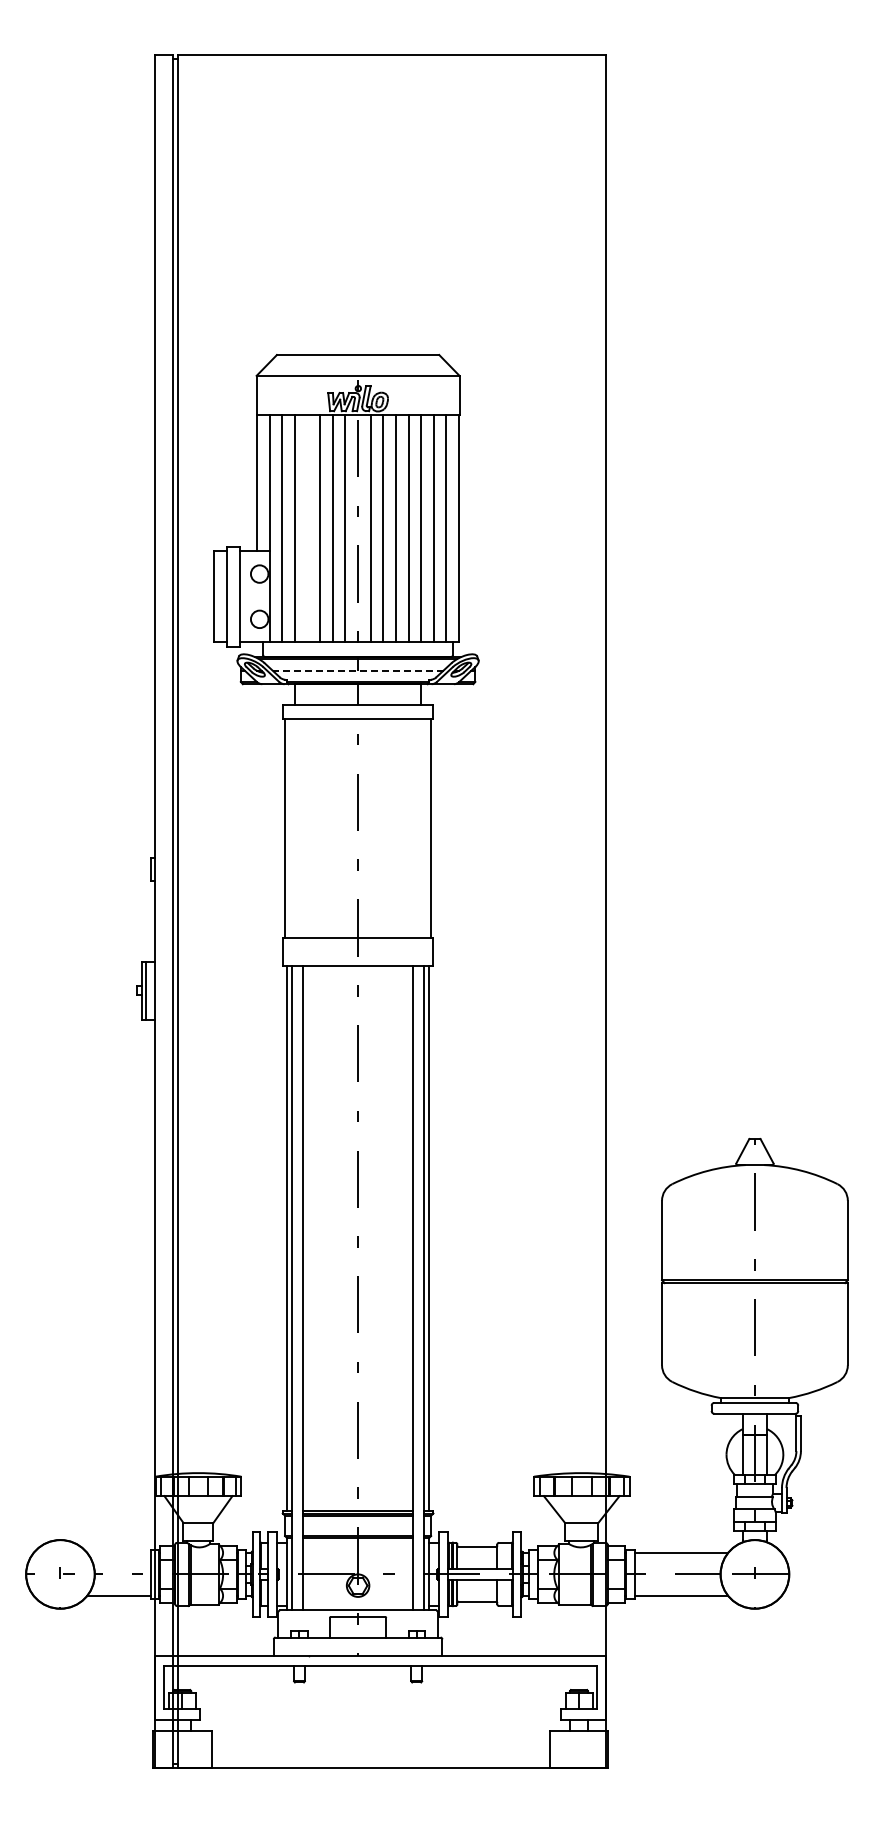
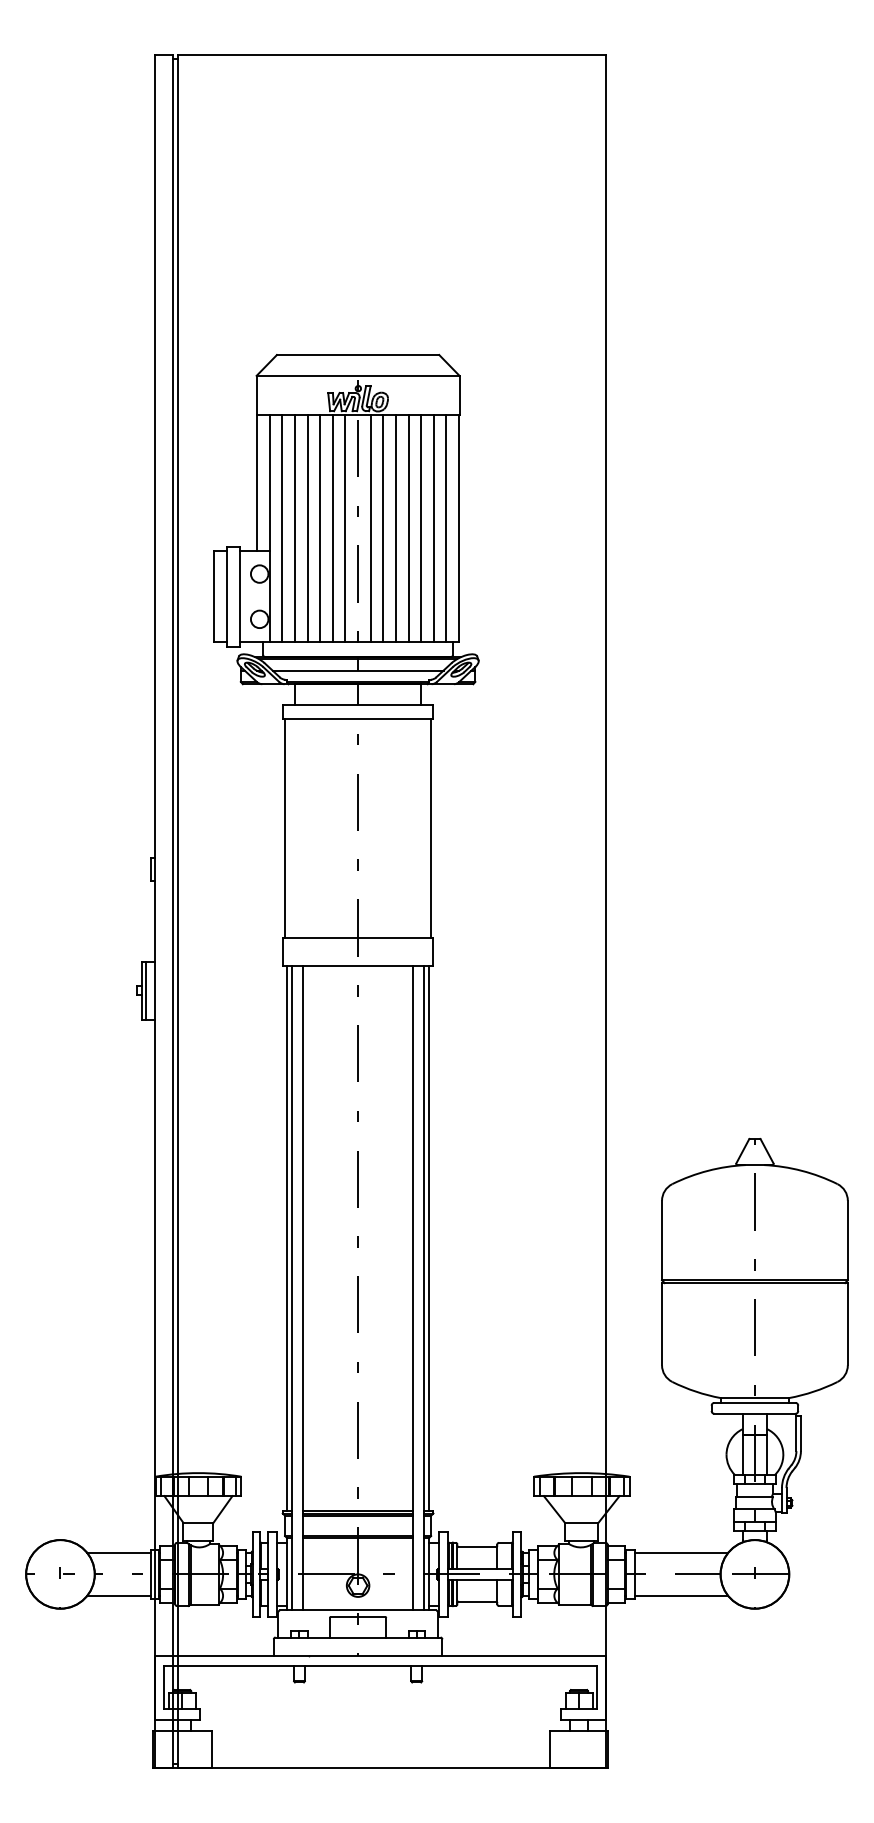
line at (307, 528): none -> present
line at (357, 670): dashed -> solid
line at (118, 1552): none -> present
